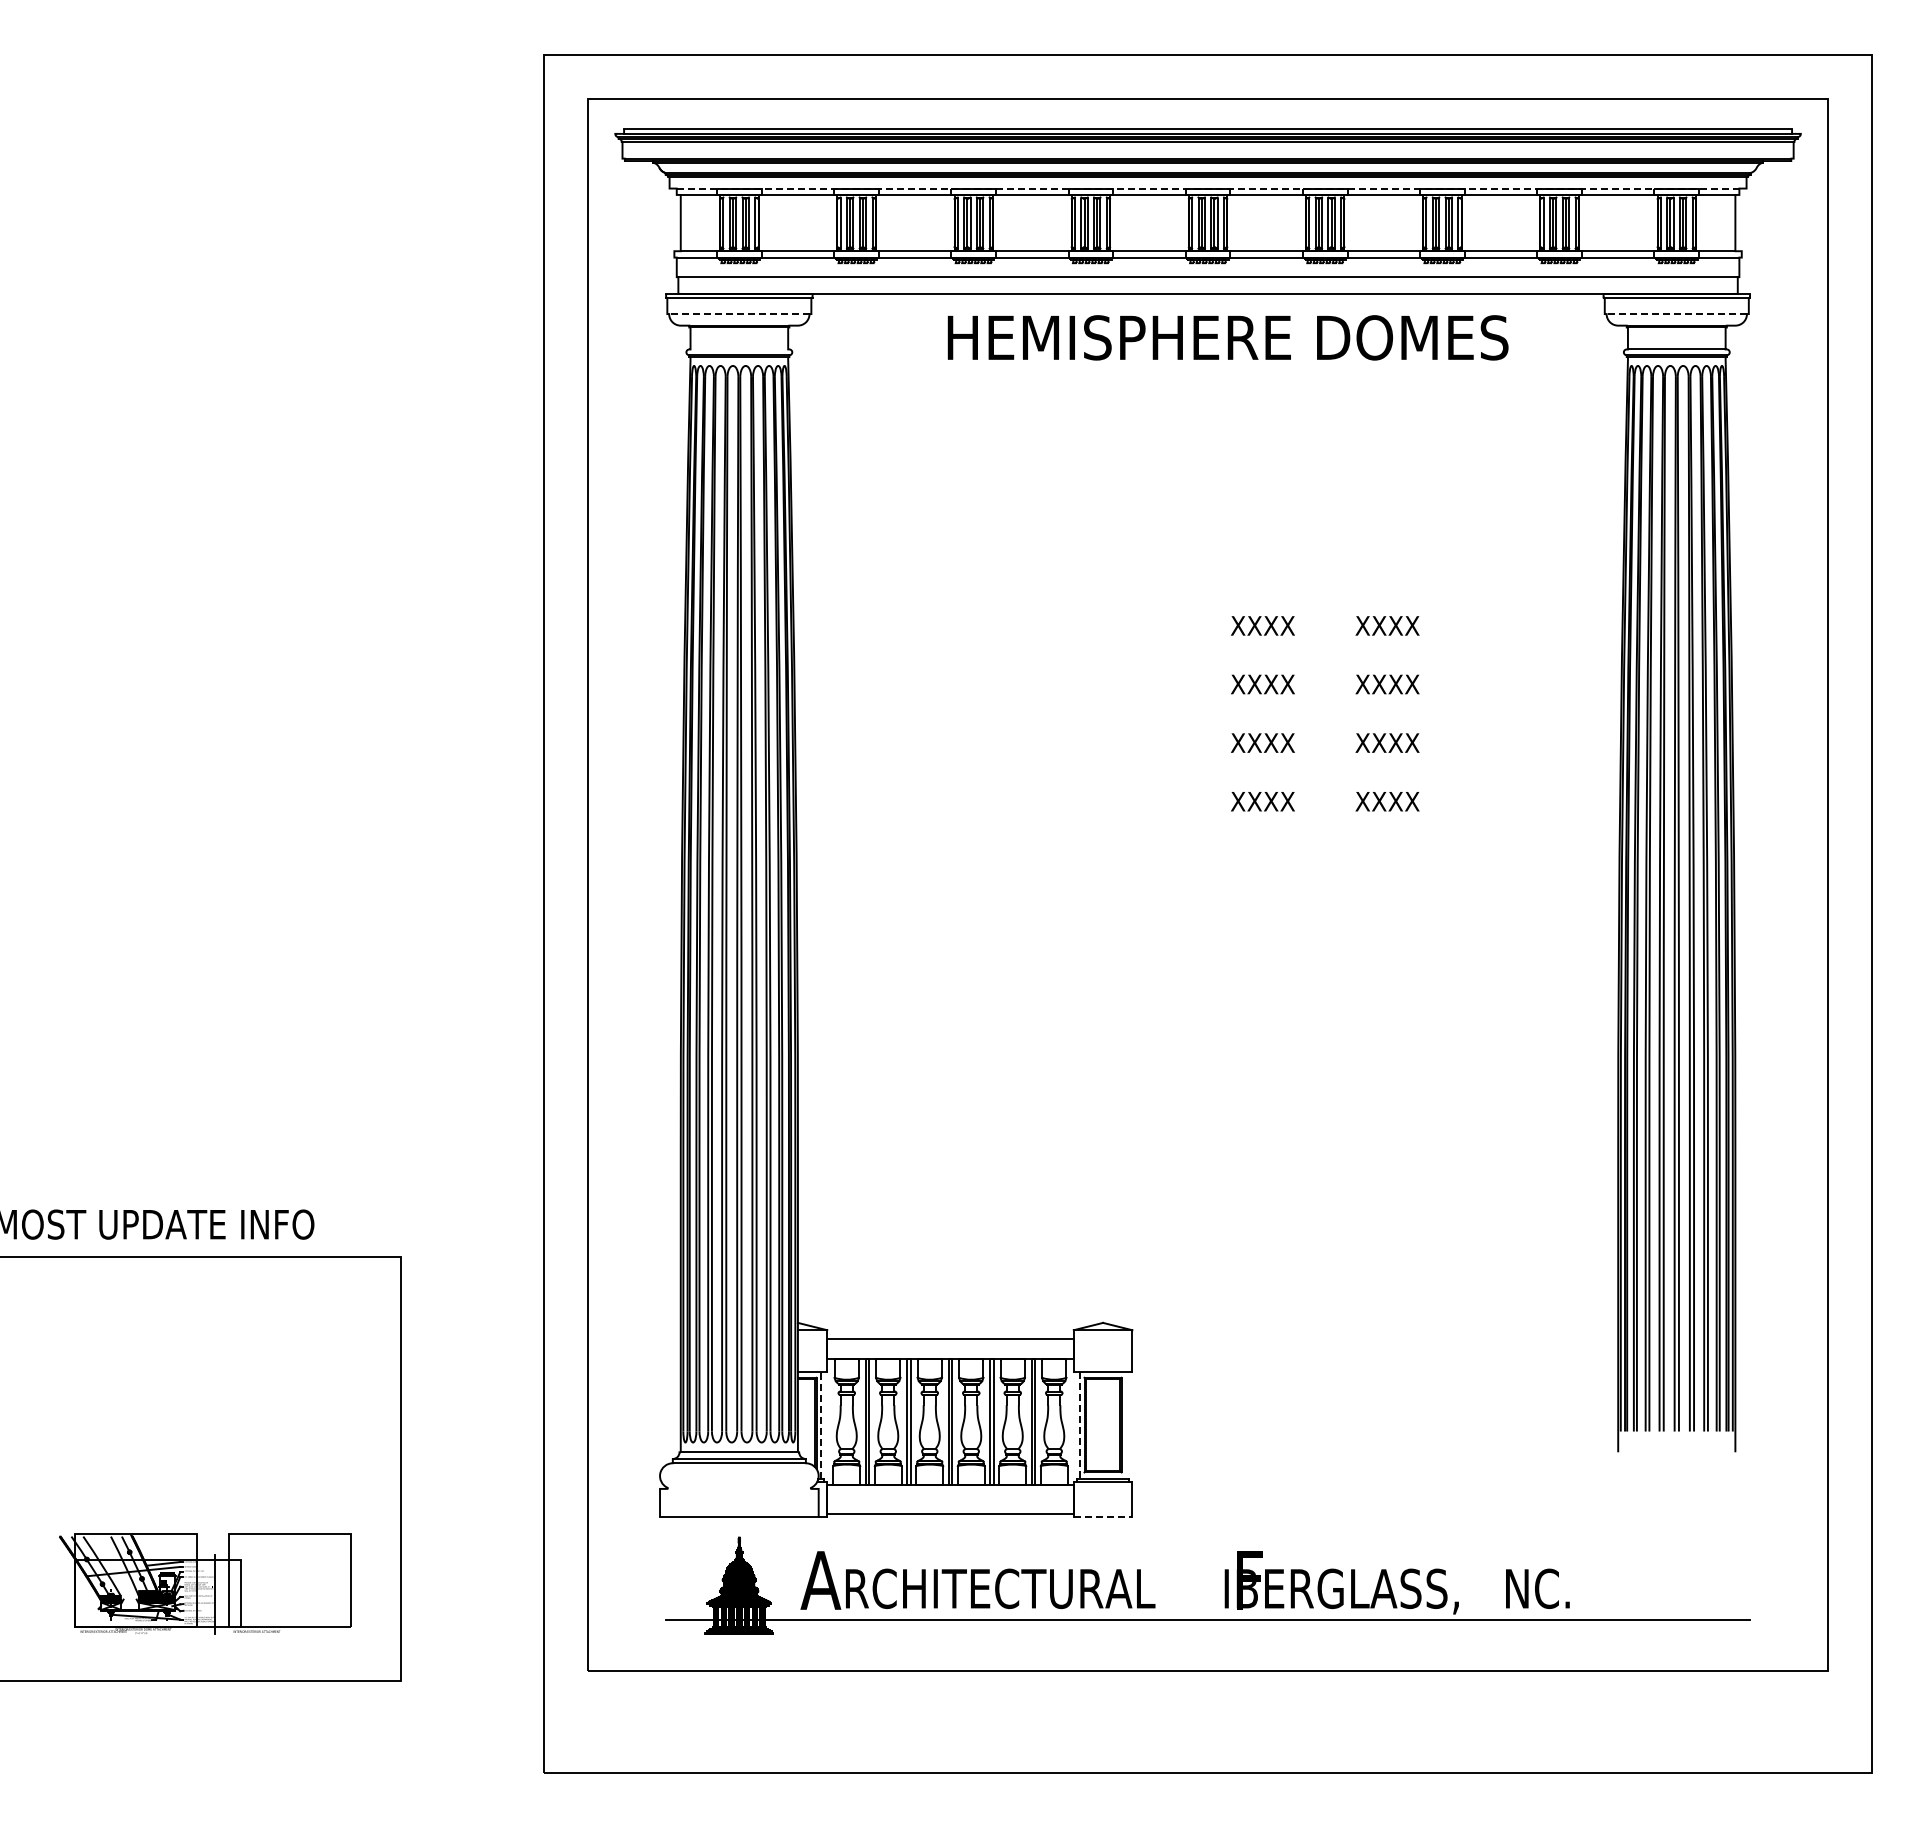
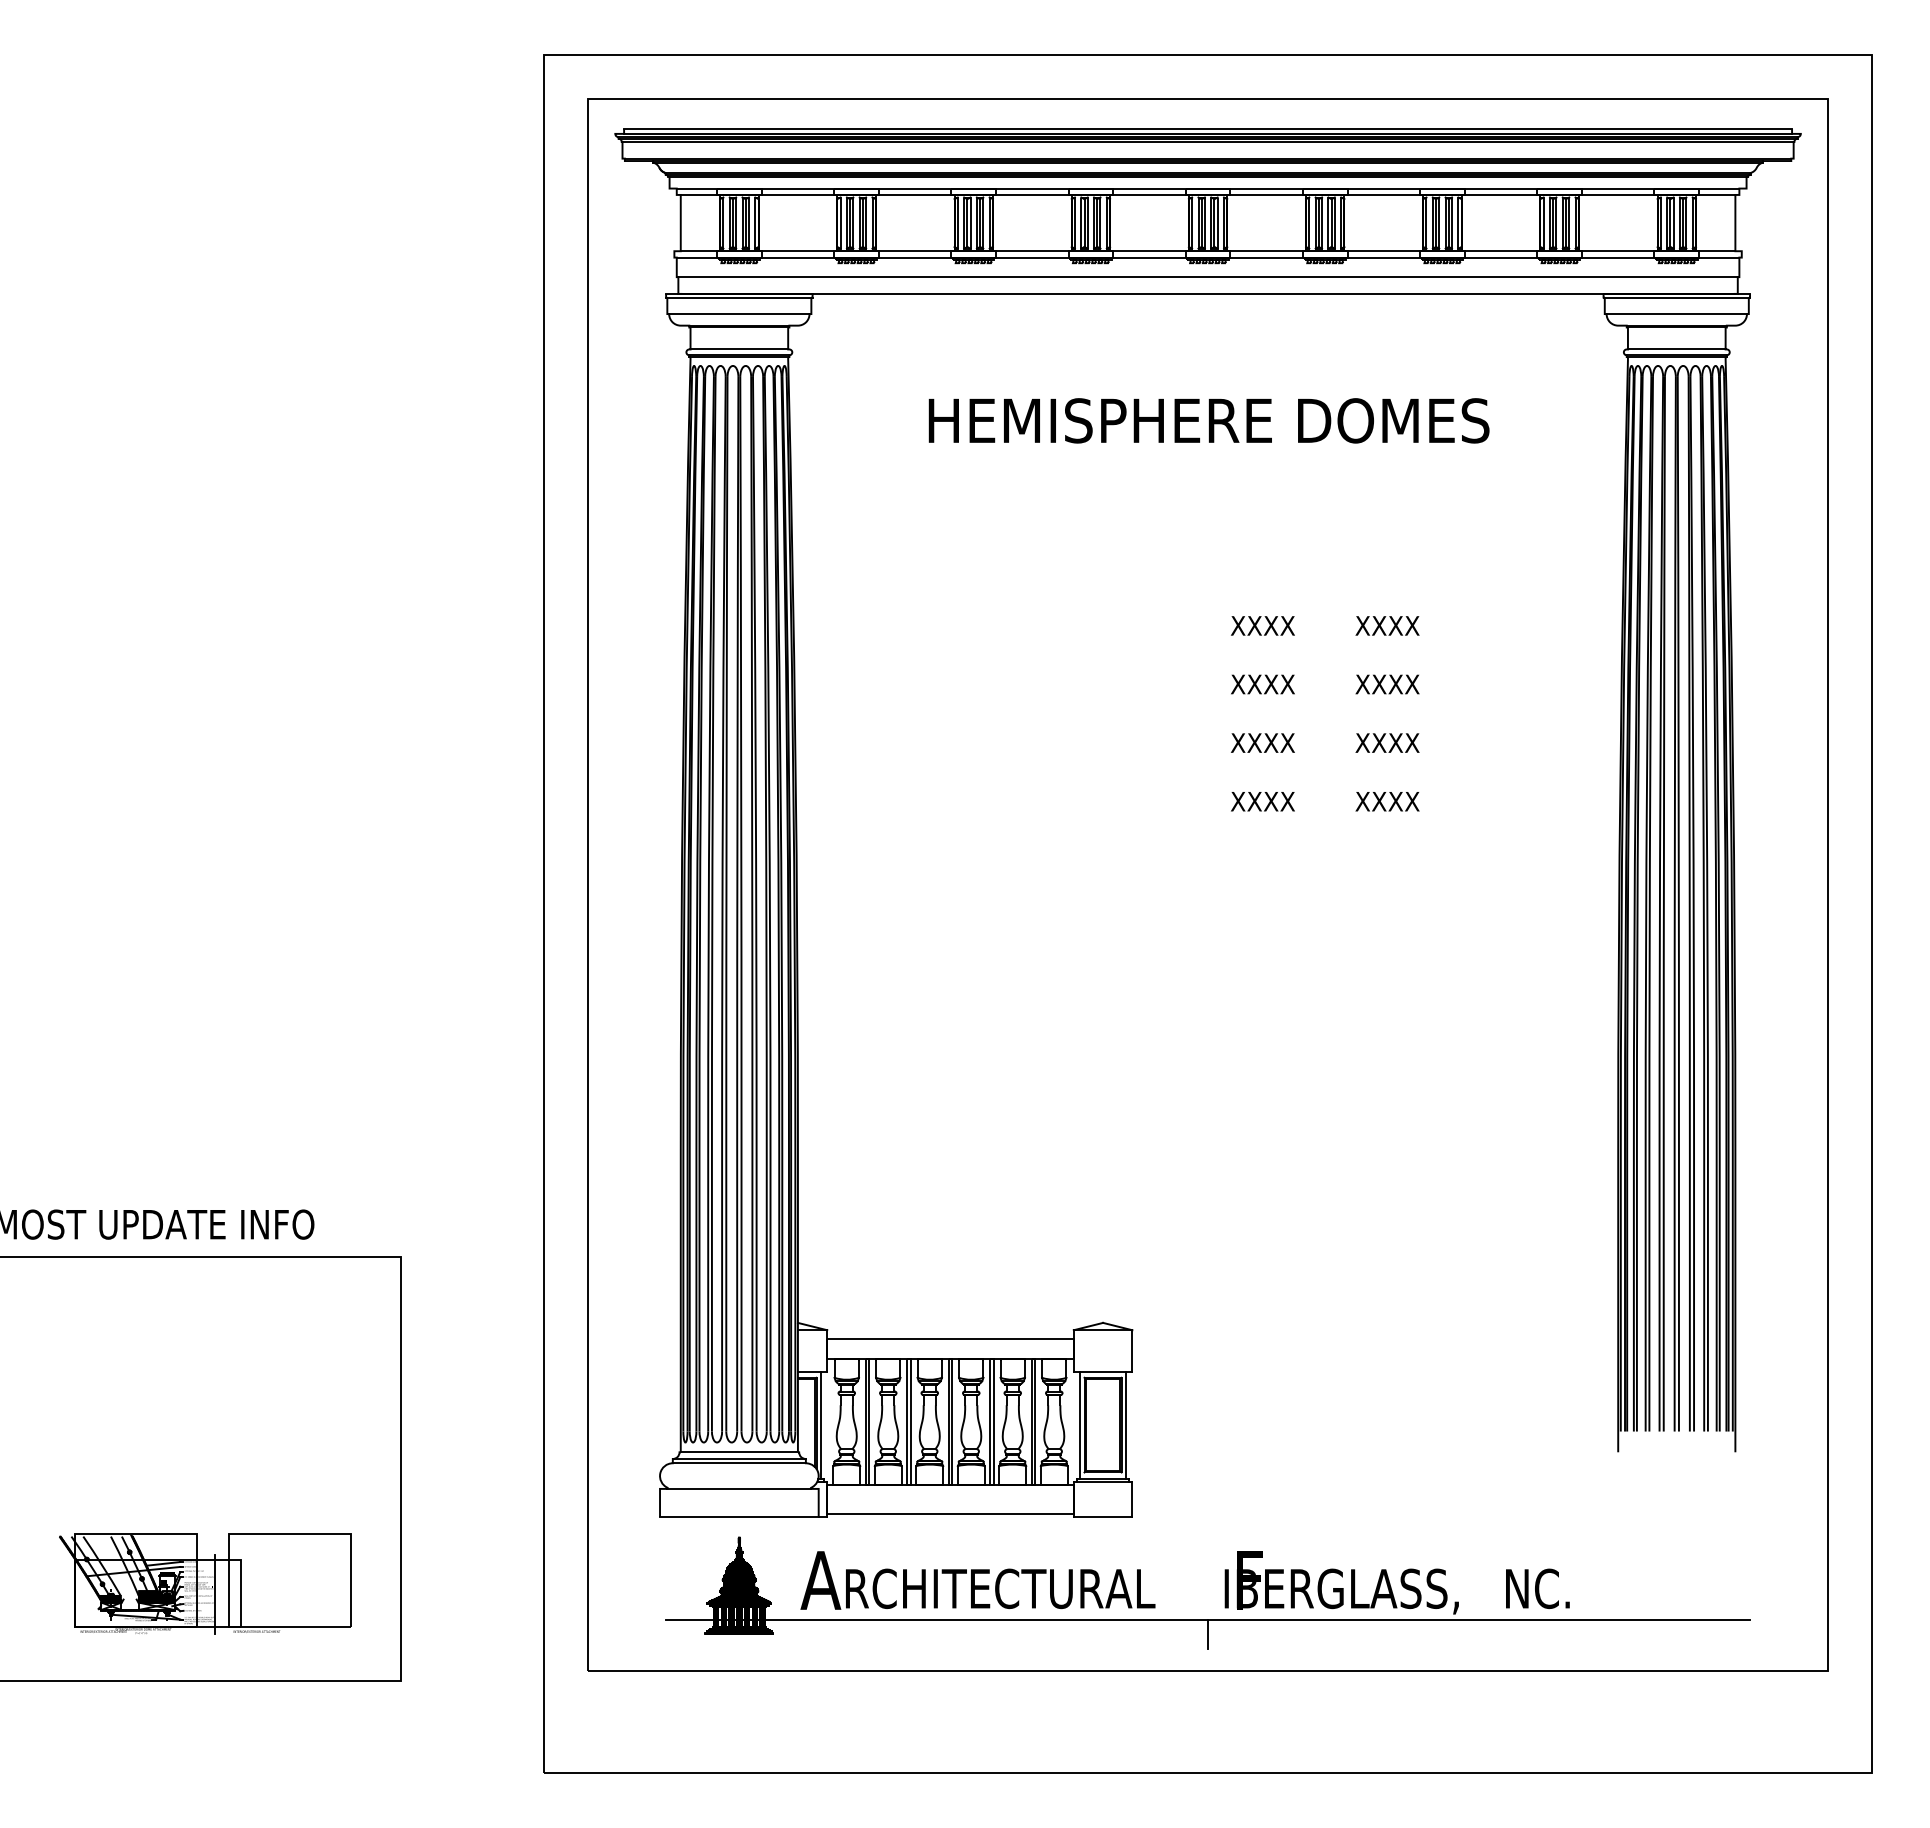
line at (1208, 188): dashed -> solid
line at (738, 314): dashed -> solid
line at (1676, 314): dashed -> solid
text at (1227, 337) position: (1227, 337) -> (1208, 420)
line at (739, 349): none -> present
line at (821, 1424): dashed -> solid
line at (1126, 1424): none -> present
line at (1079, 1425): dashed -> solid
line at (739, 1488): none -> present
line at (1103, 1516): dashed -> solid
line at (1208, 1633): none -> present
